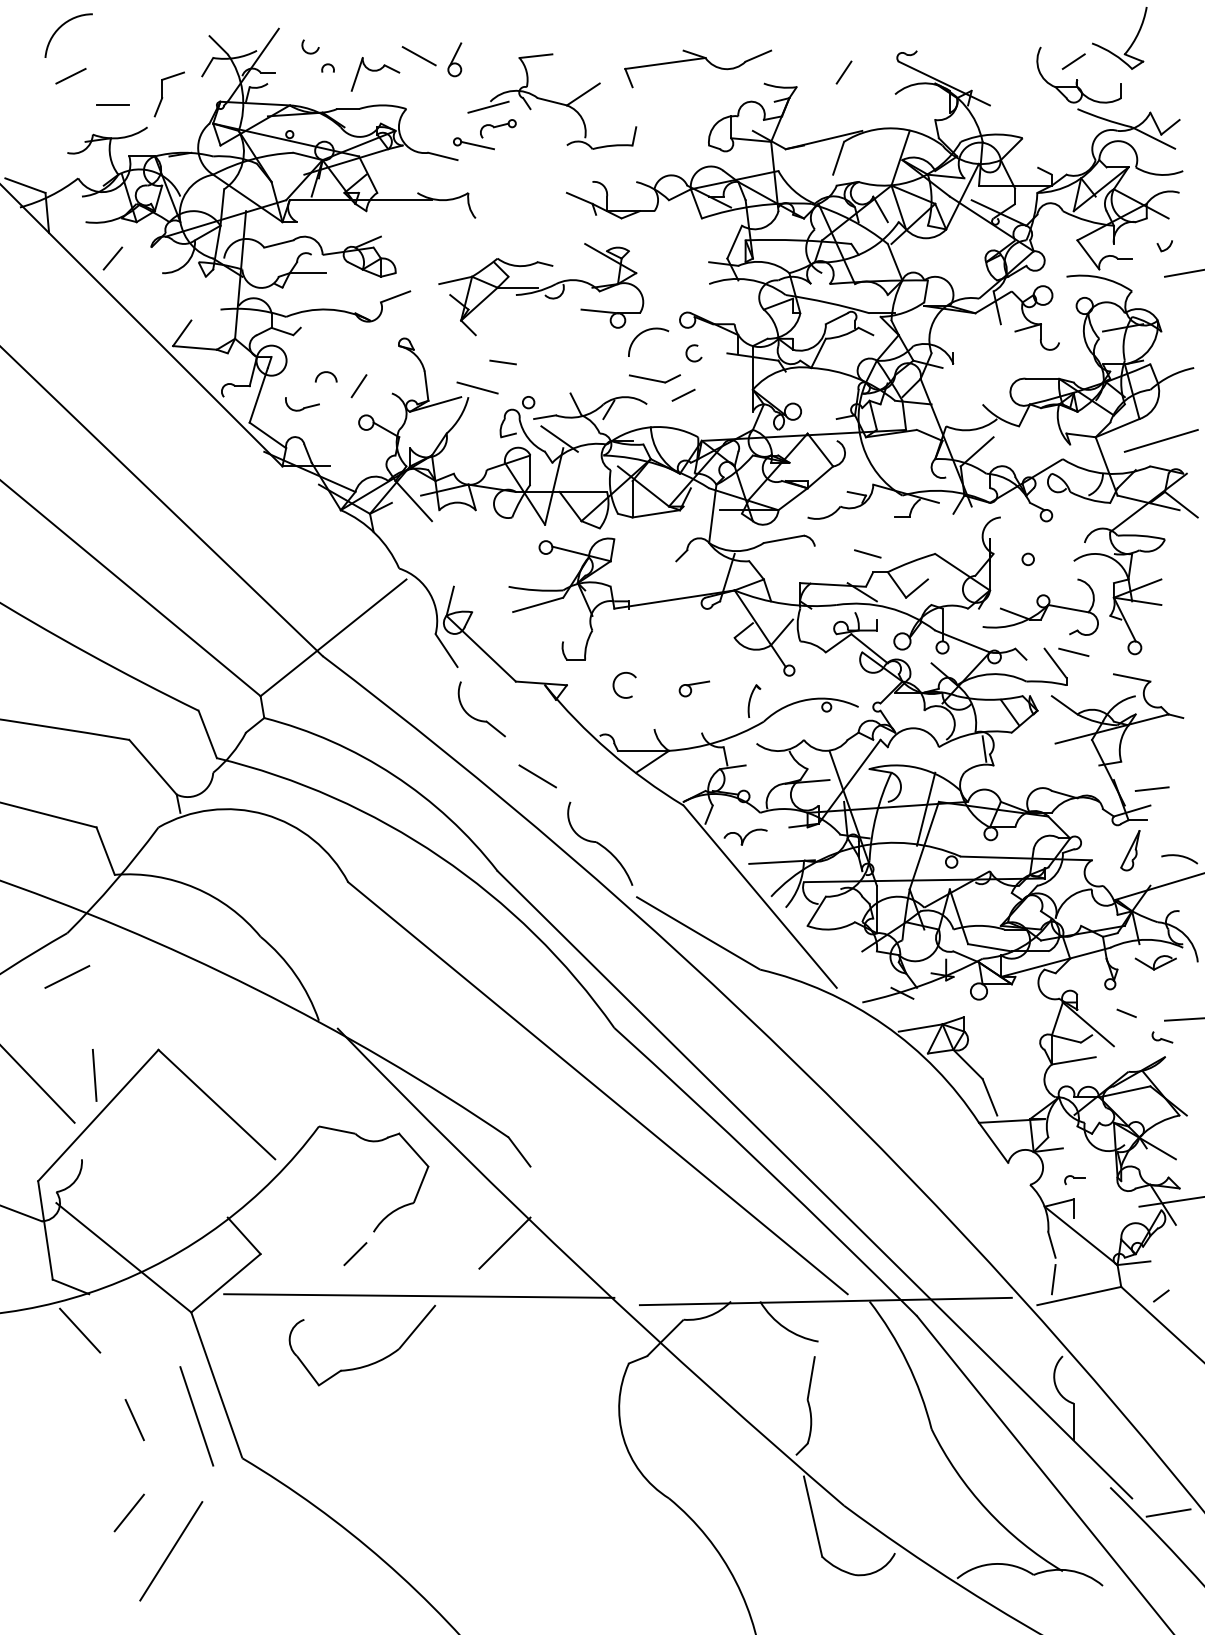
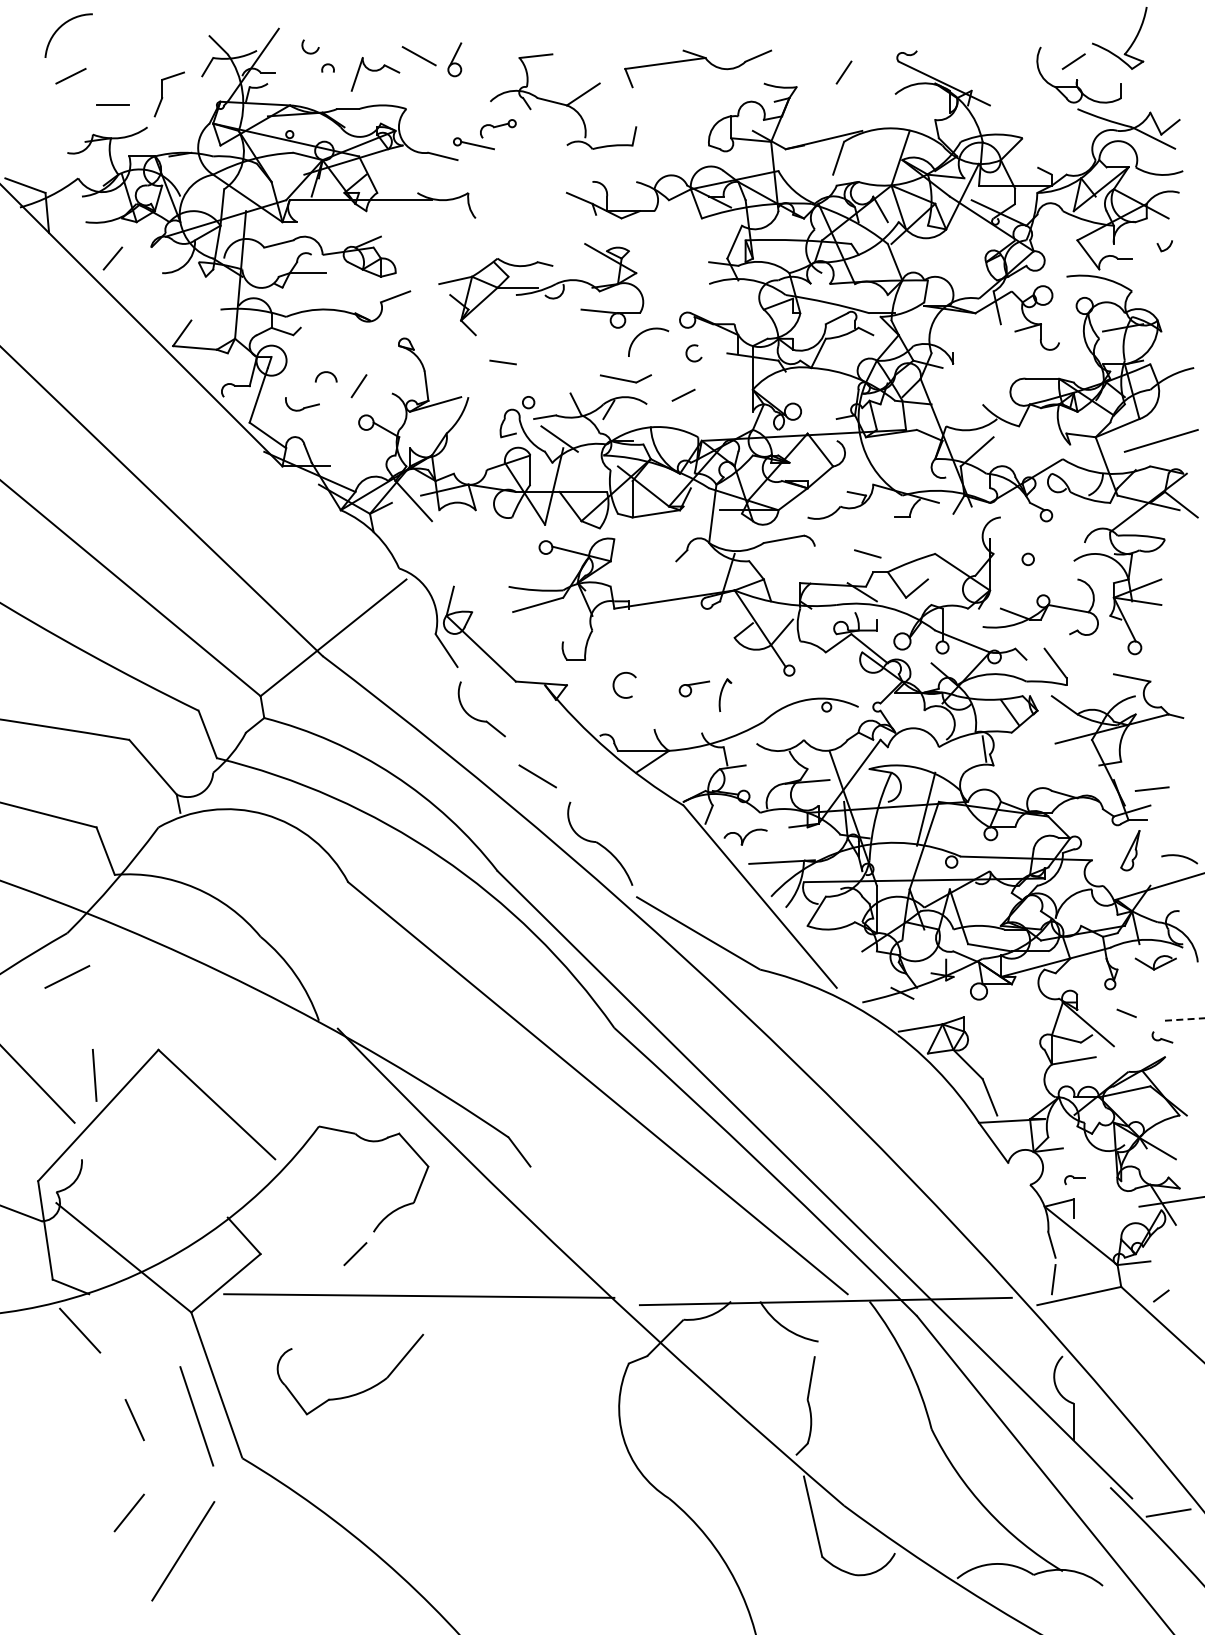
line at (488, 106): present -> none
line at (1182, 273): present -> none
part at (654, 378) position: (654, 378) -> (625, 378)
line at (477, 387): present -> none
line at (1073, 652): present -> none
part at (754, 700) position: (754, 700) -> (725, 694)
line at (1184, 1019): solid -> dashed
line at (504, 1242): present -> none
part at (367, 1364) position: (367, 1364) -> (355, 1393)
line at (171, 1551) position: (171, 1551) -> (183, 1551)
